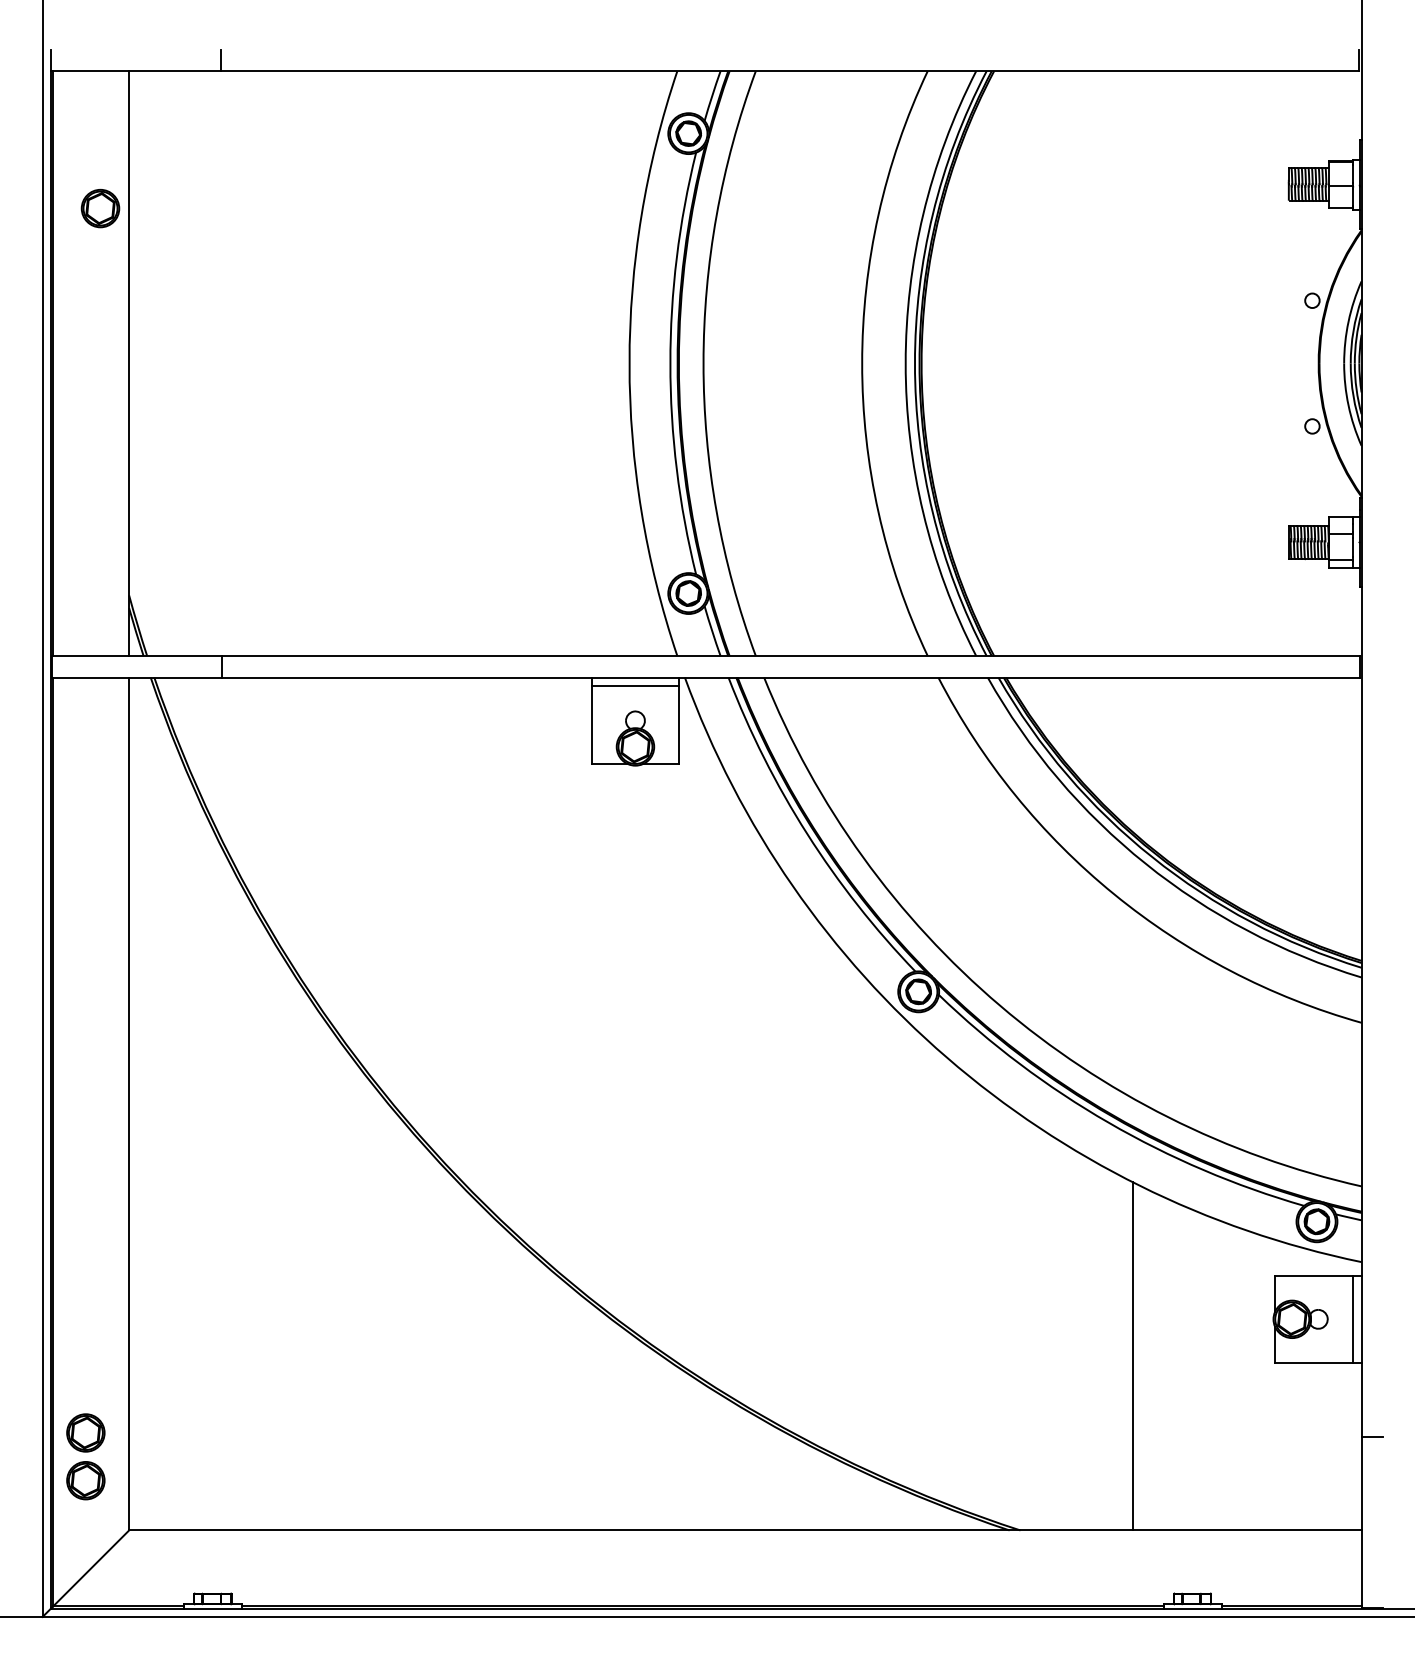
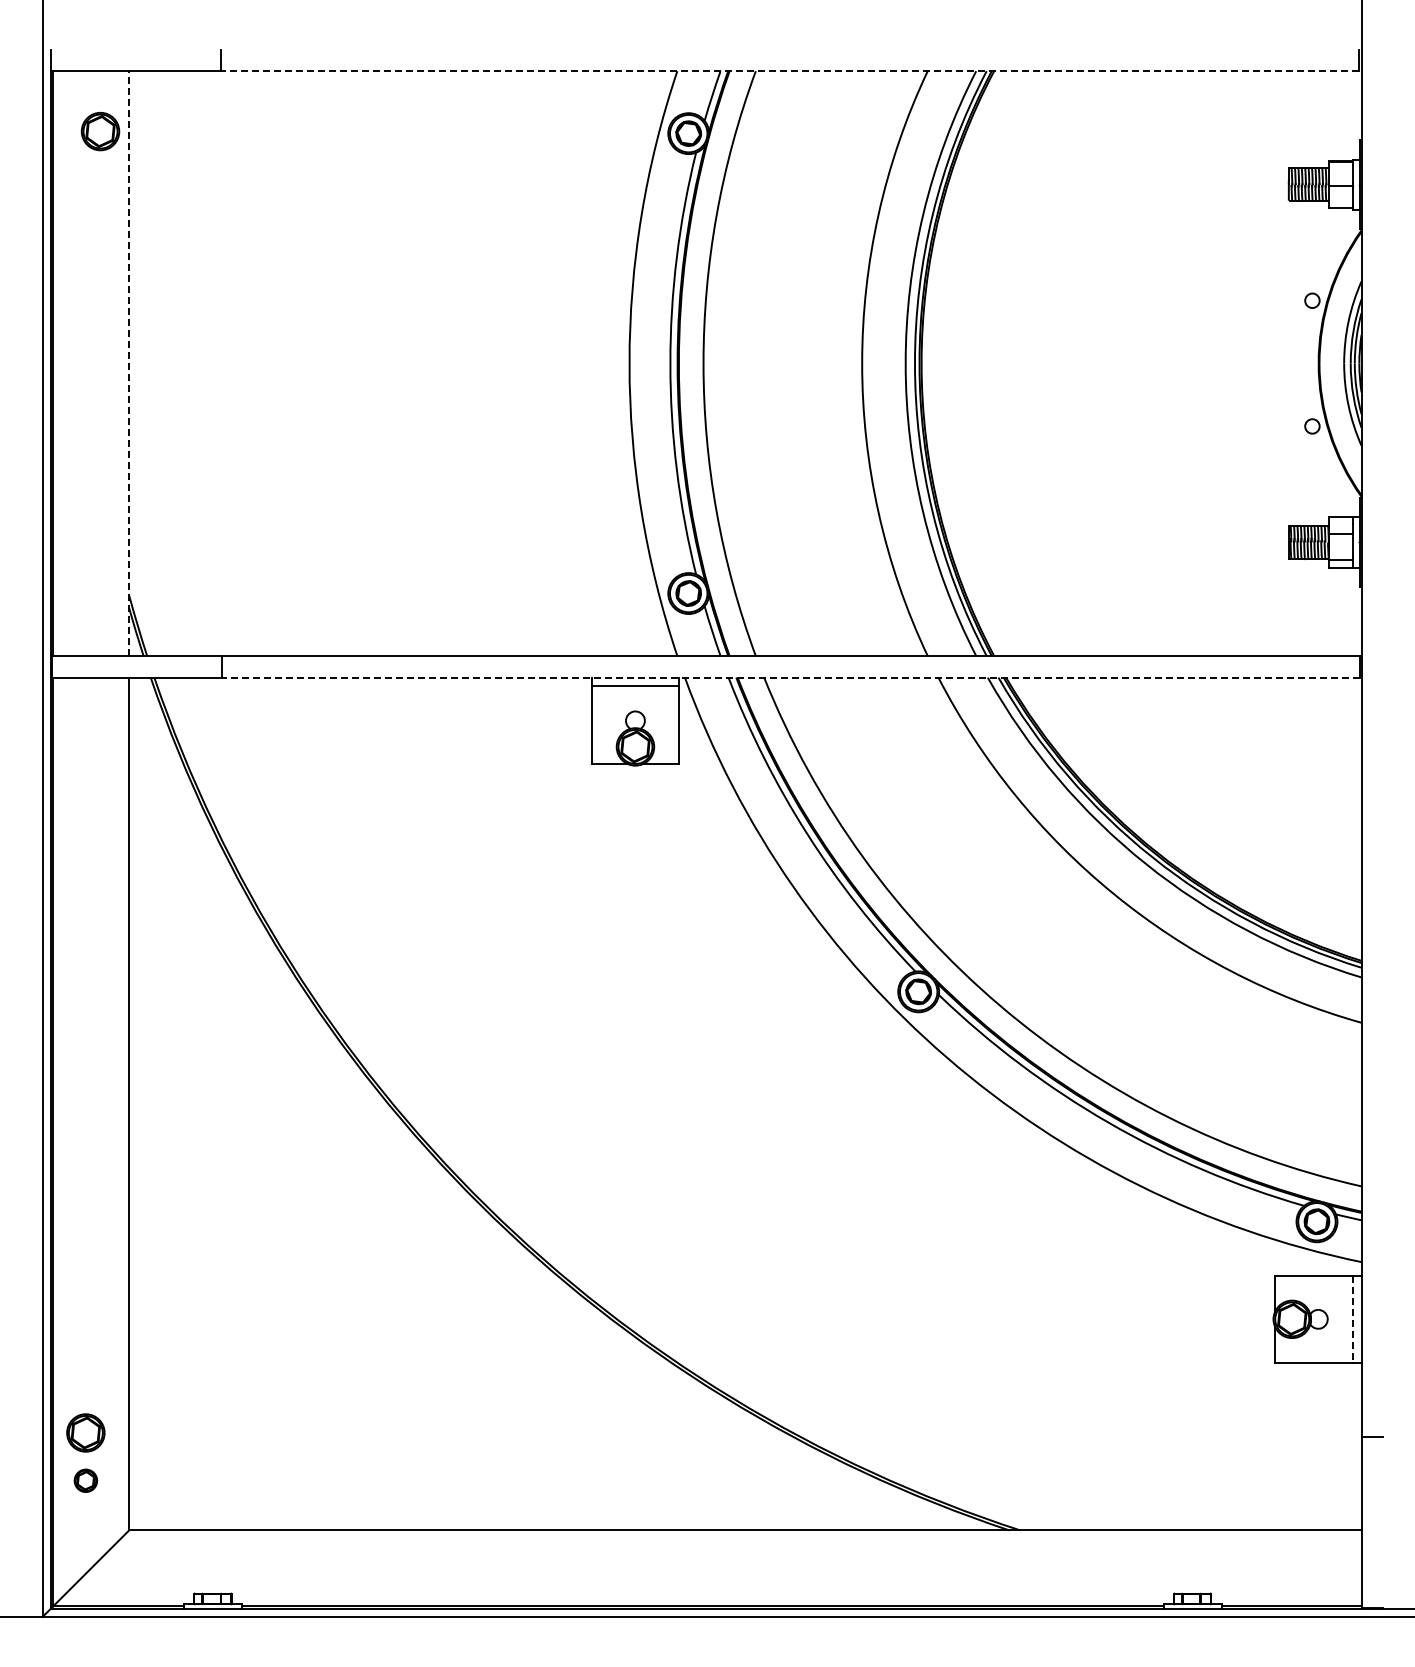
line at (789, 71): solid -> dashed
part at (100, 208) position: (100, 208) -> (100, 131)
line at (129, 363): solid -> dashed
line at (790, 677): solid -> dashed
line at (1353, 1319): solid -> dashed
line at (1132, 1356): present -> none
part at (85, 1480) size: 40x40 px -> 25x25 px
